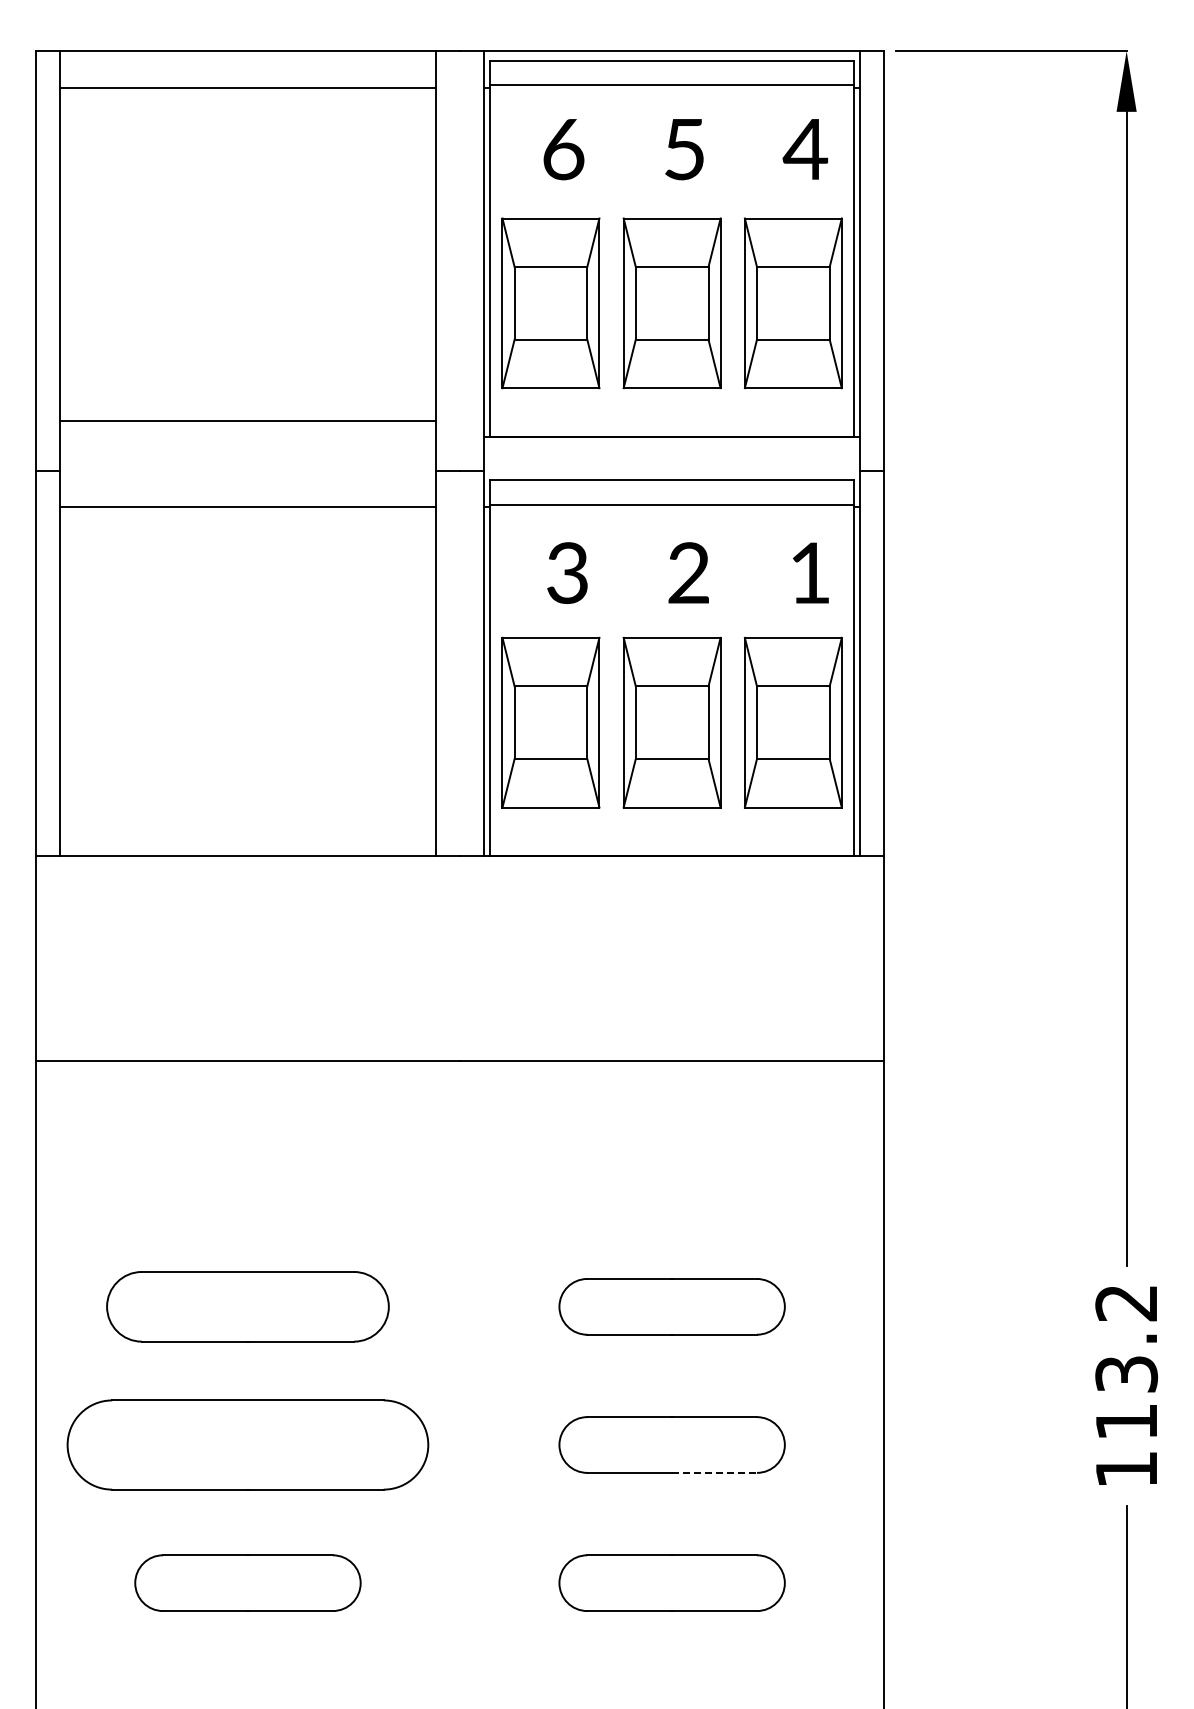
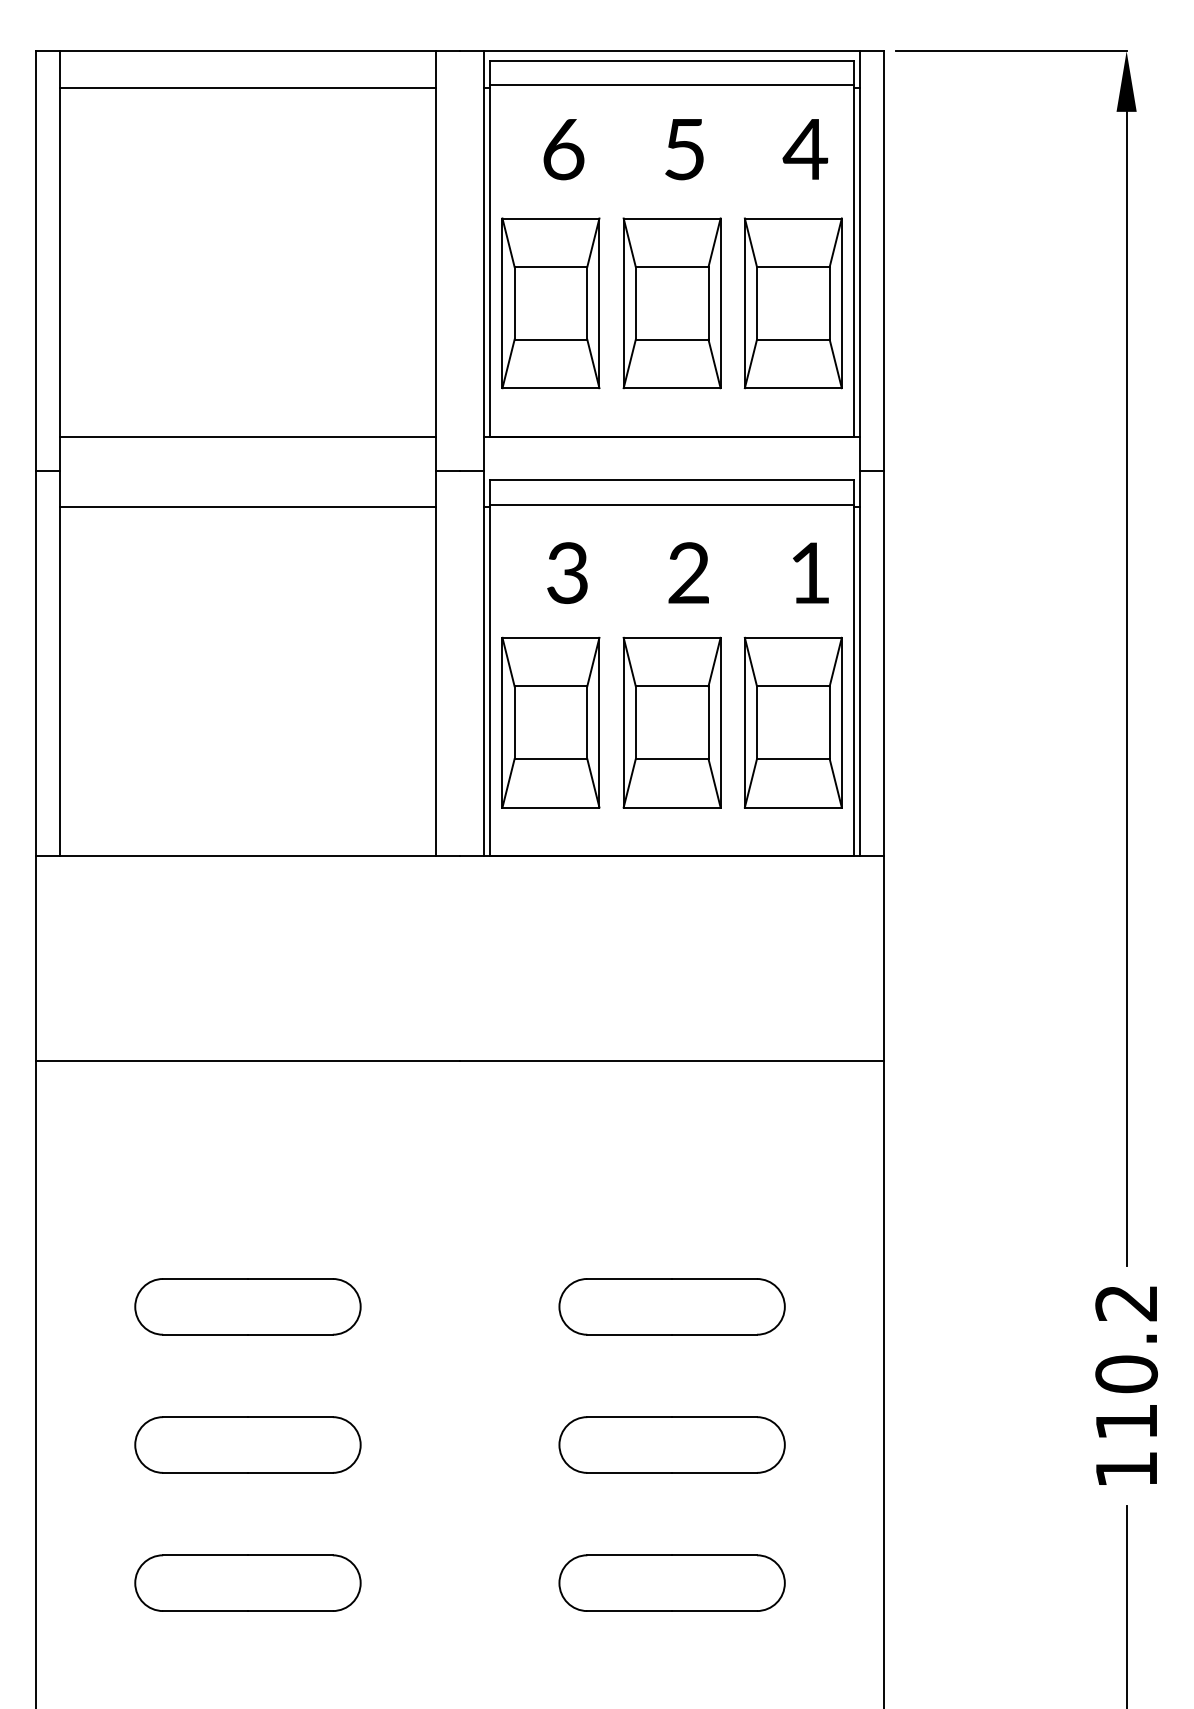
line at (247, 420) position: (247, 420) -> (247, 436)
part at (247, 1306) size: 284x72 px -> 228x58 px
text at (1126, 1374): 113.2 -> 110.2
part at (247, 1444) size: 364x92 px -> 228x58 px
line at (715, 1472): dashed -> solid
